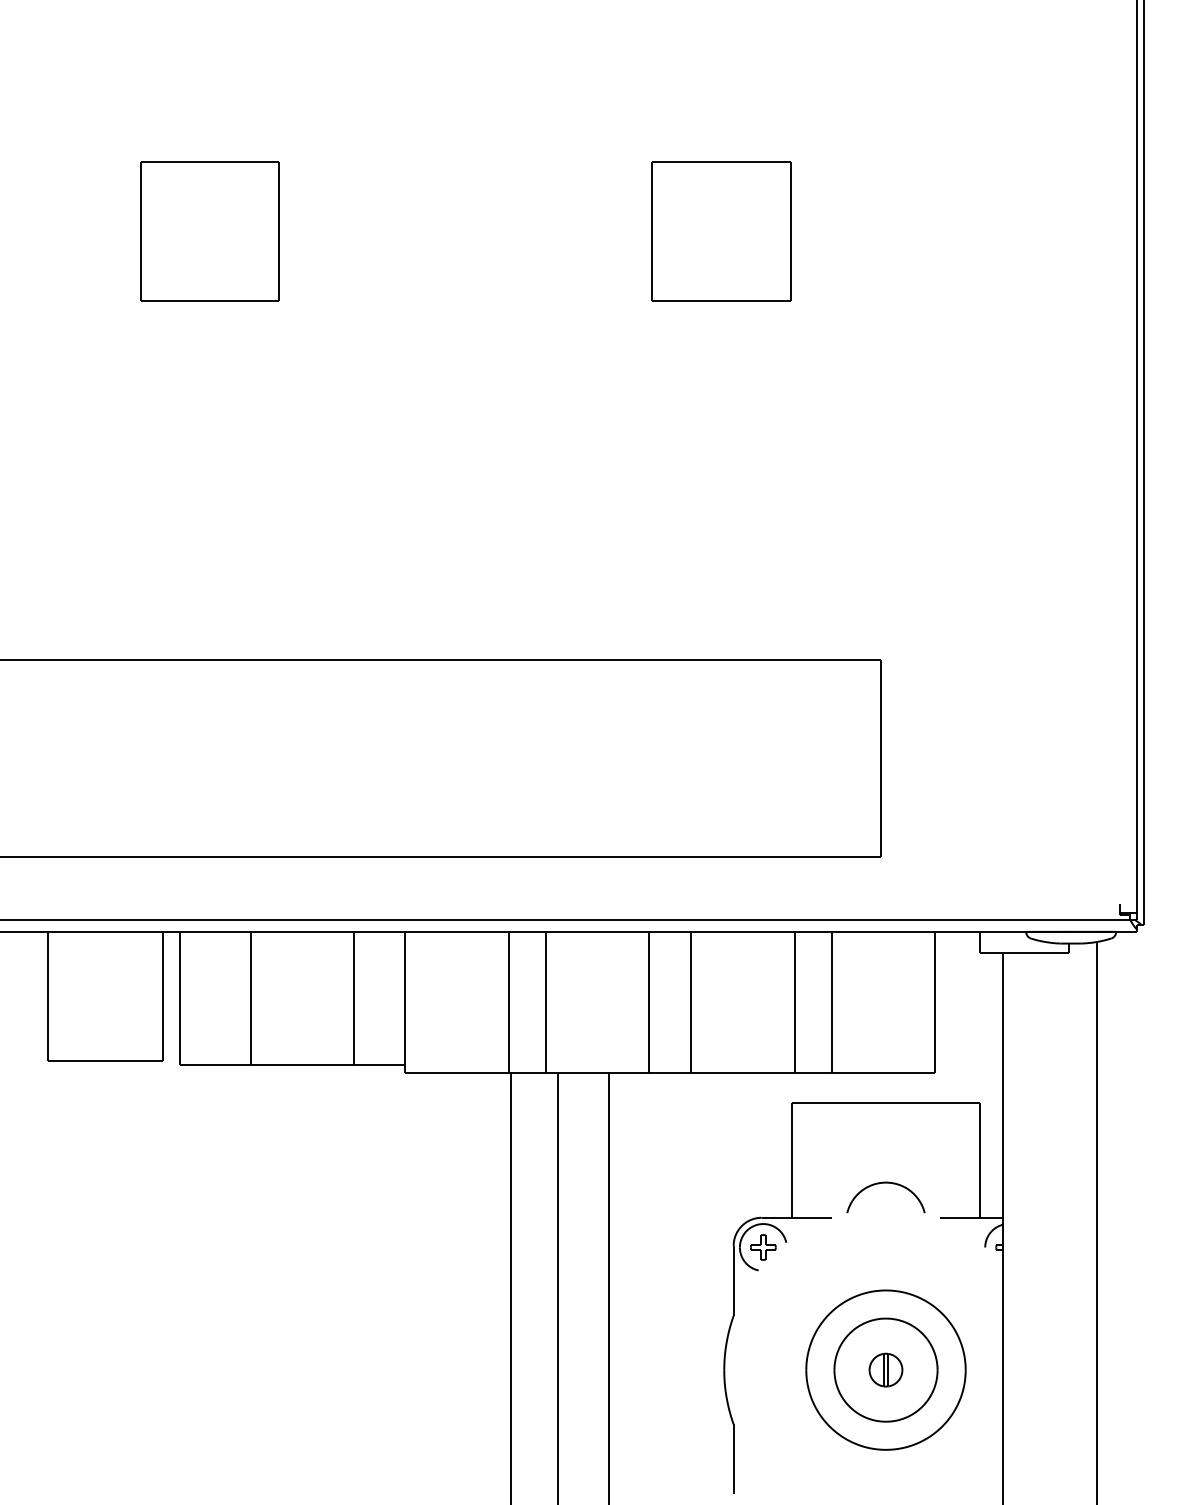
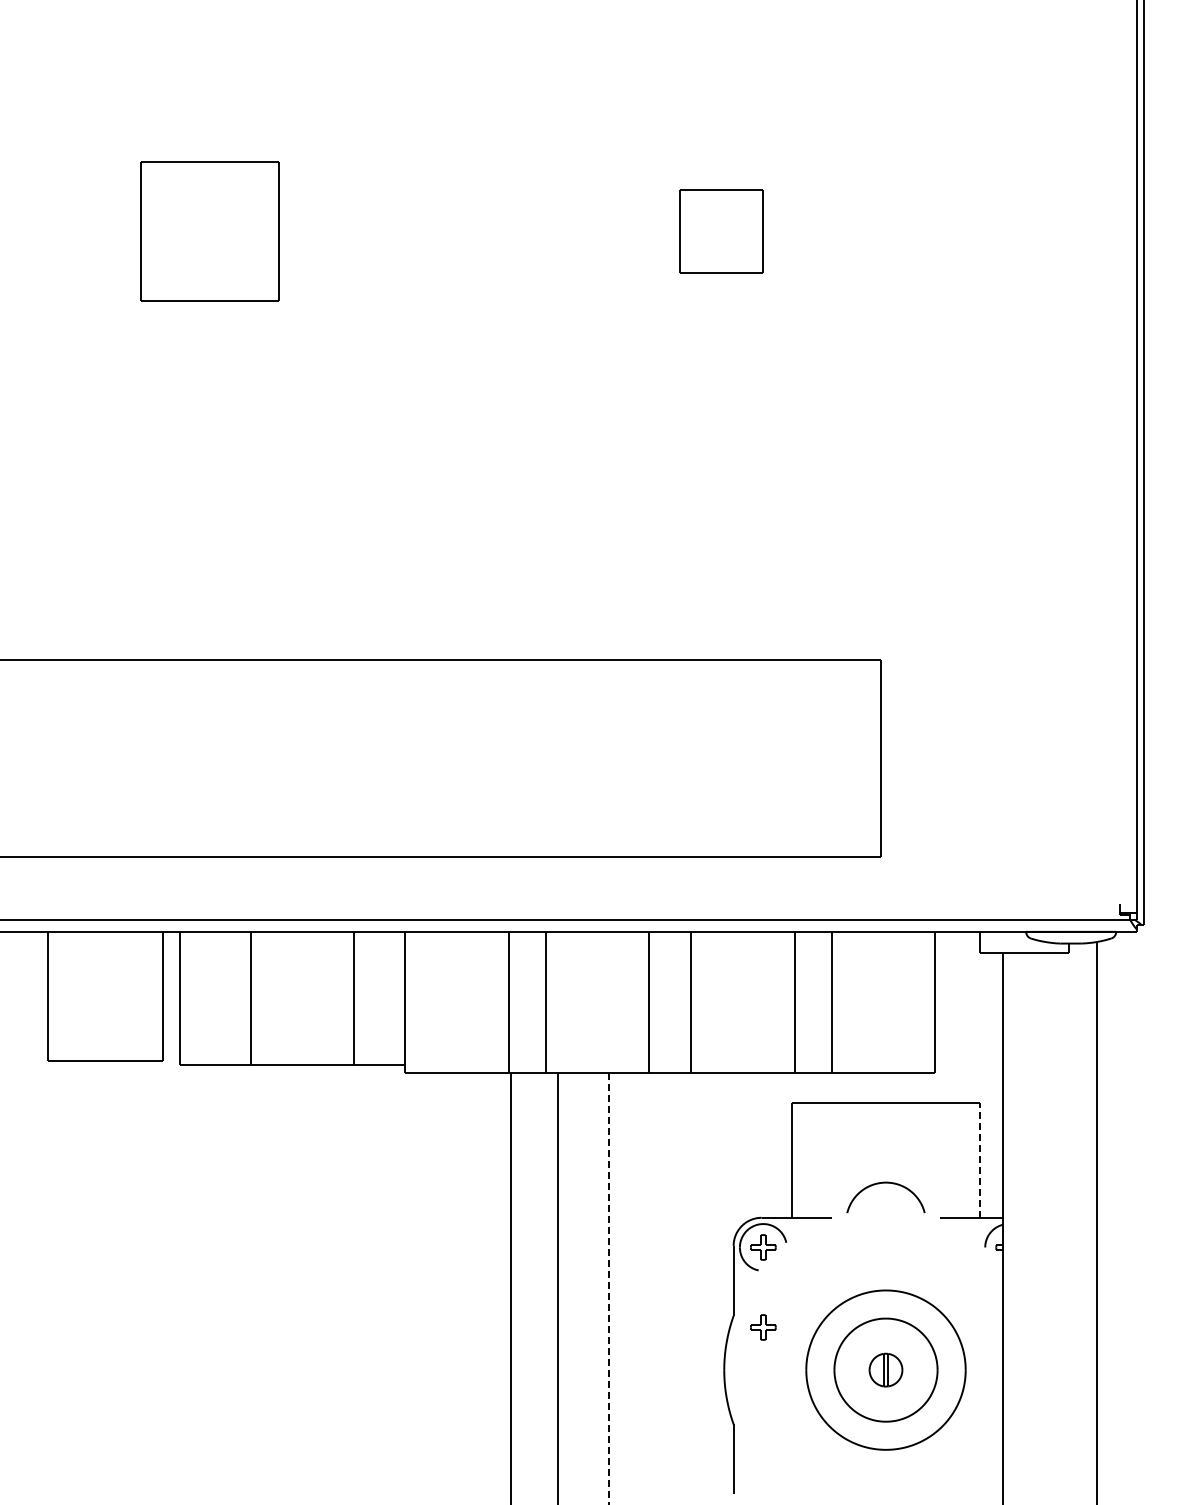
part at (721, 231) size: 141x141 px -> 85x85 px
line at (979, 1159): solid -> dashed
line at (609, 1289): solid -> dashed
part at (763, 1327): none -> present
